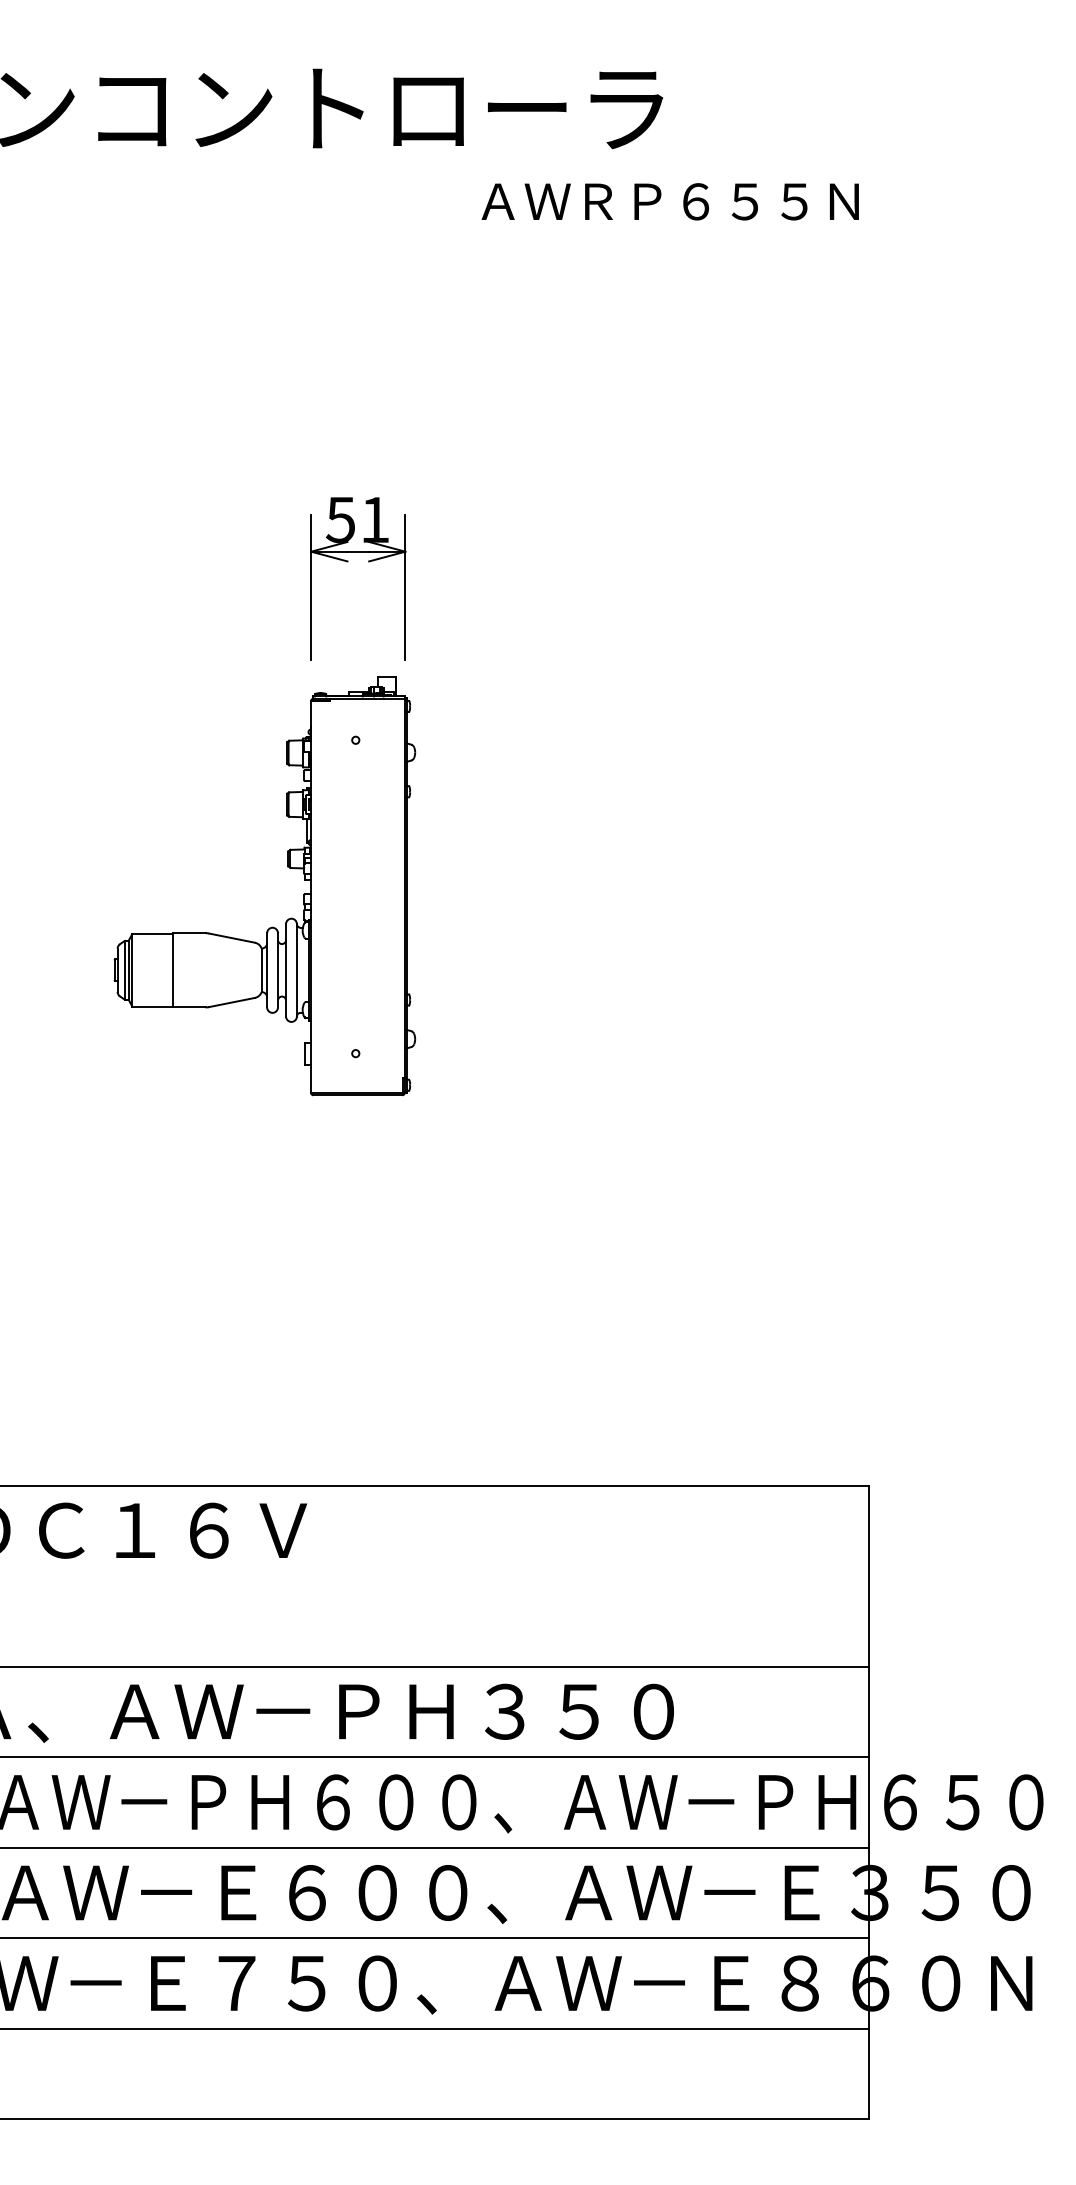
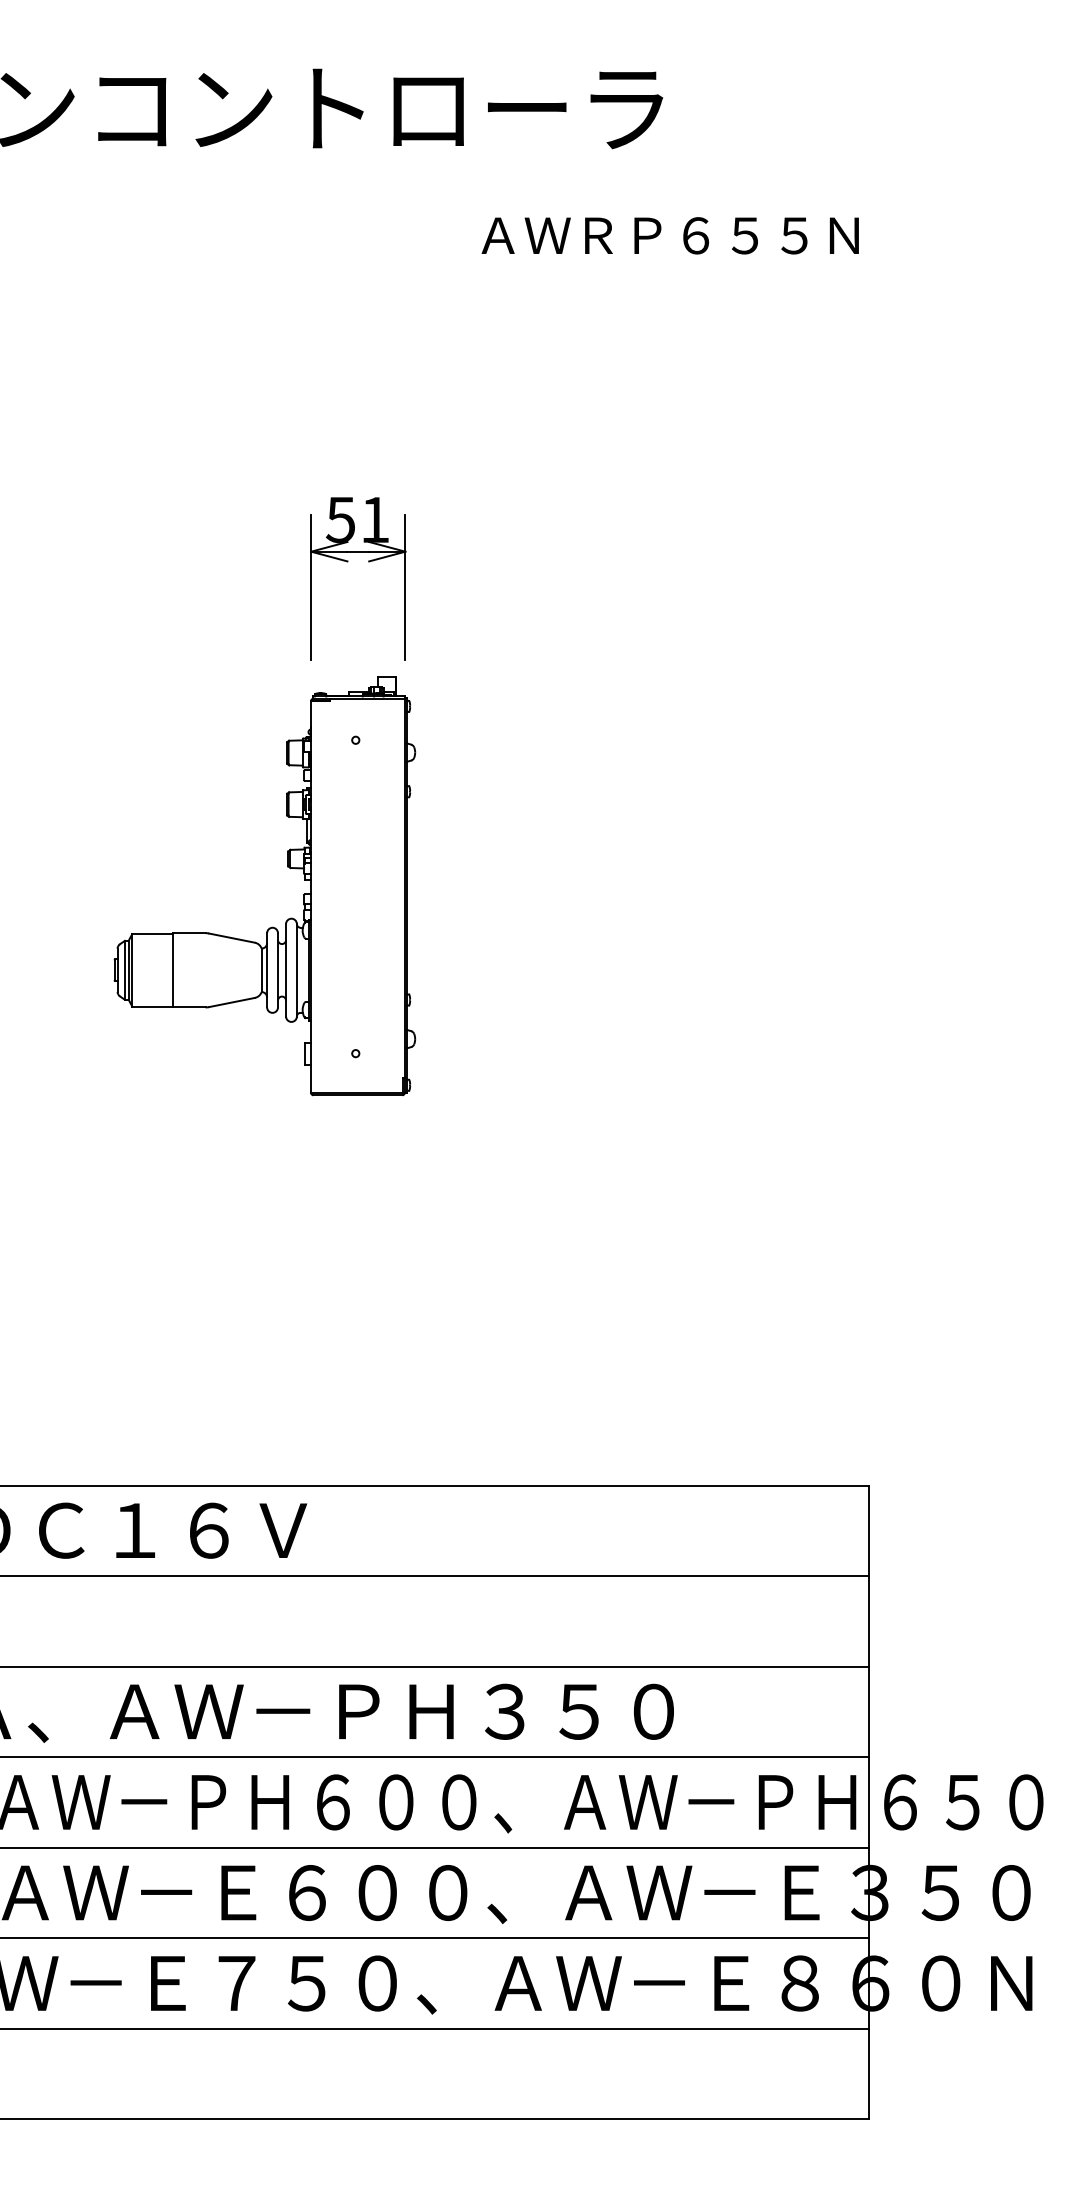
text at (669, 201) position: (669, 201) -> (669, 235)
line at (435, 1576): none -> present
